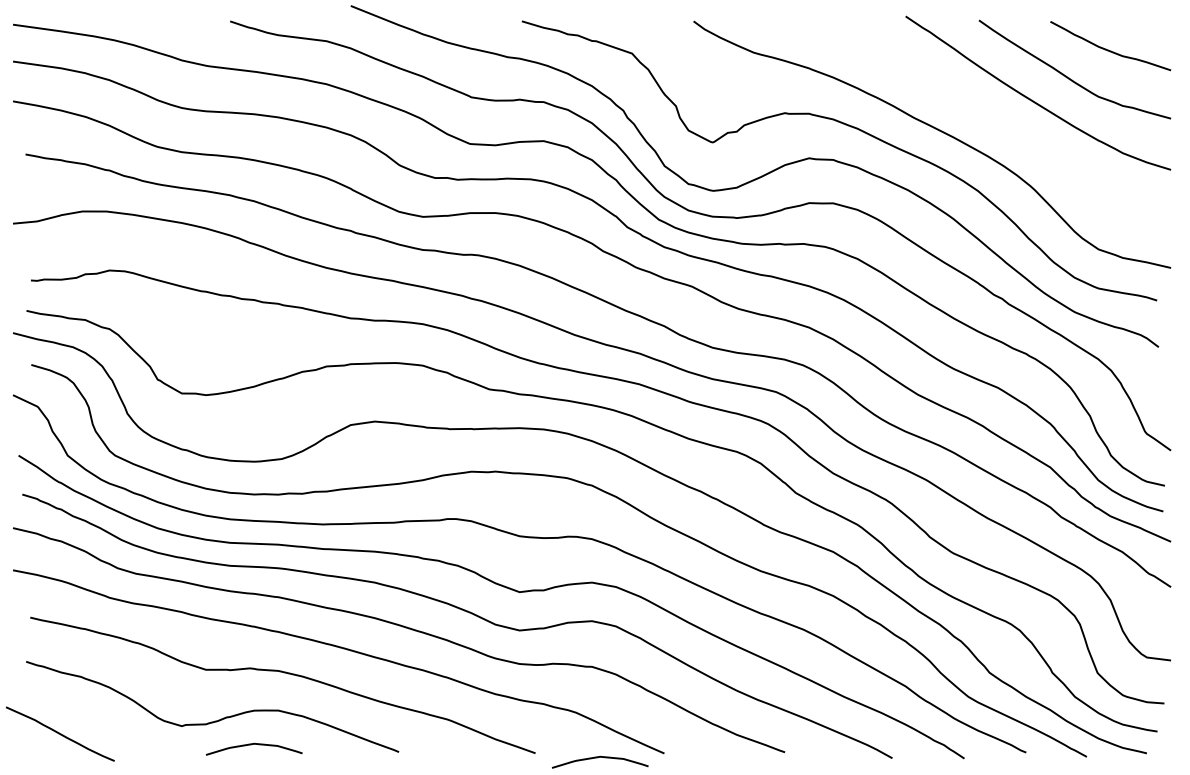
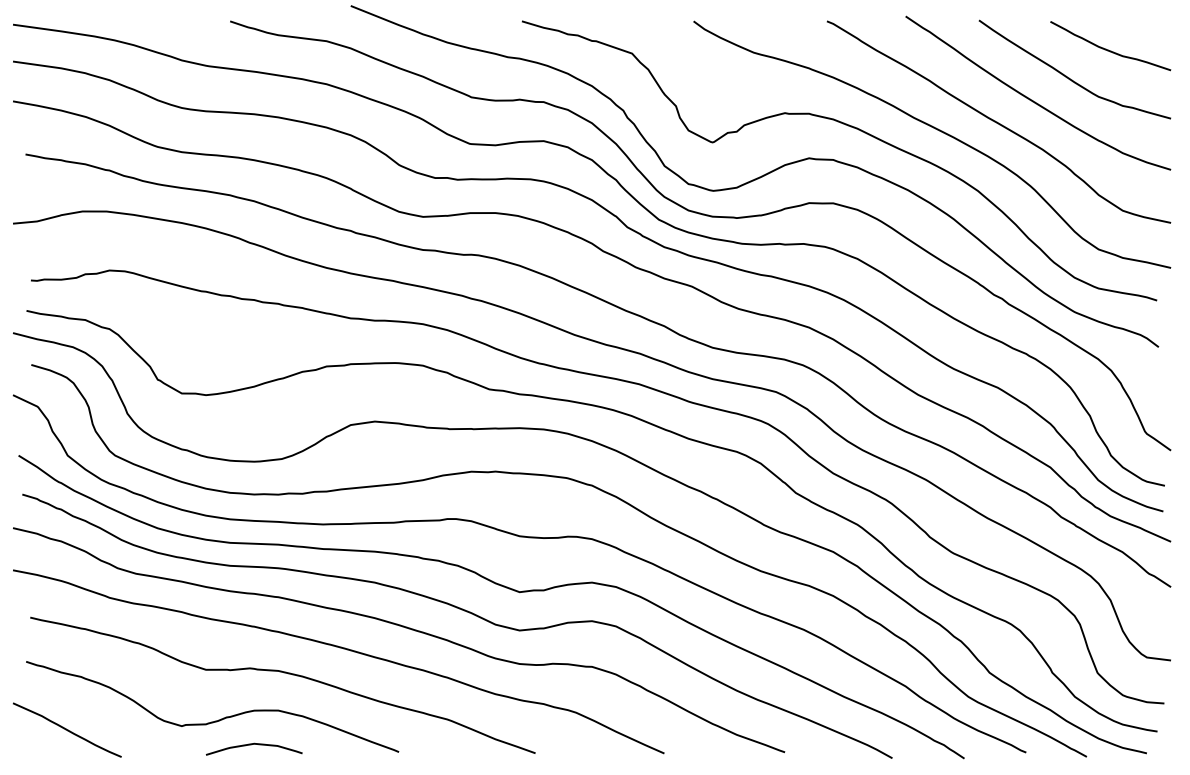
curve at (997, 121): none -> present
curve at (60, 733) position: (60, 733) -> (67, 729)
curve at (600, 757): present -> none
